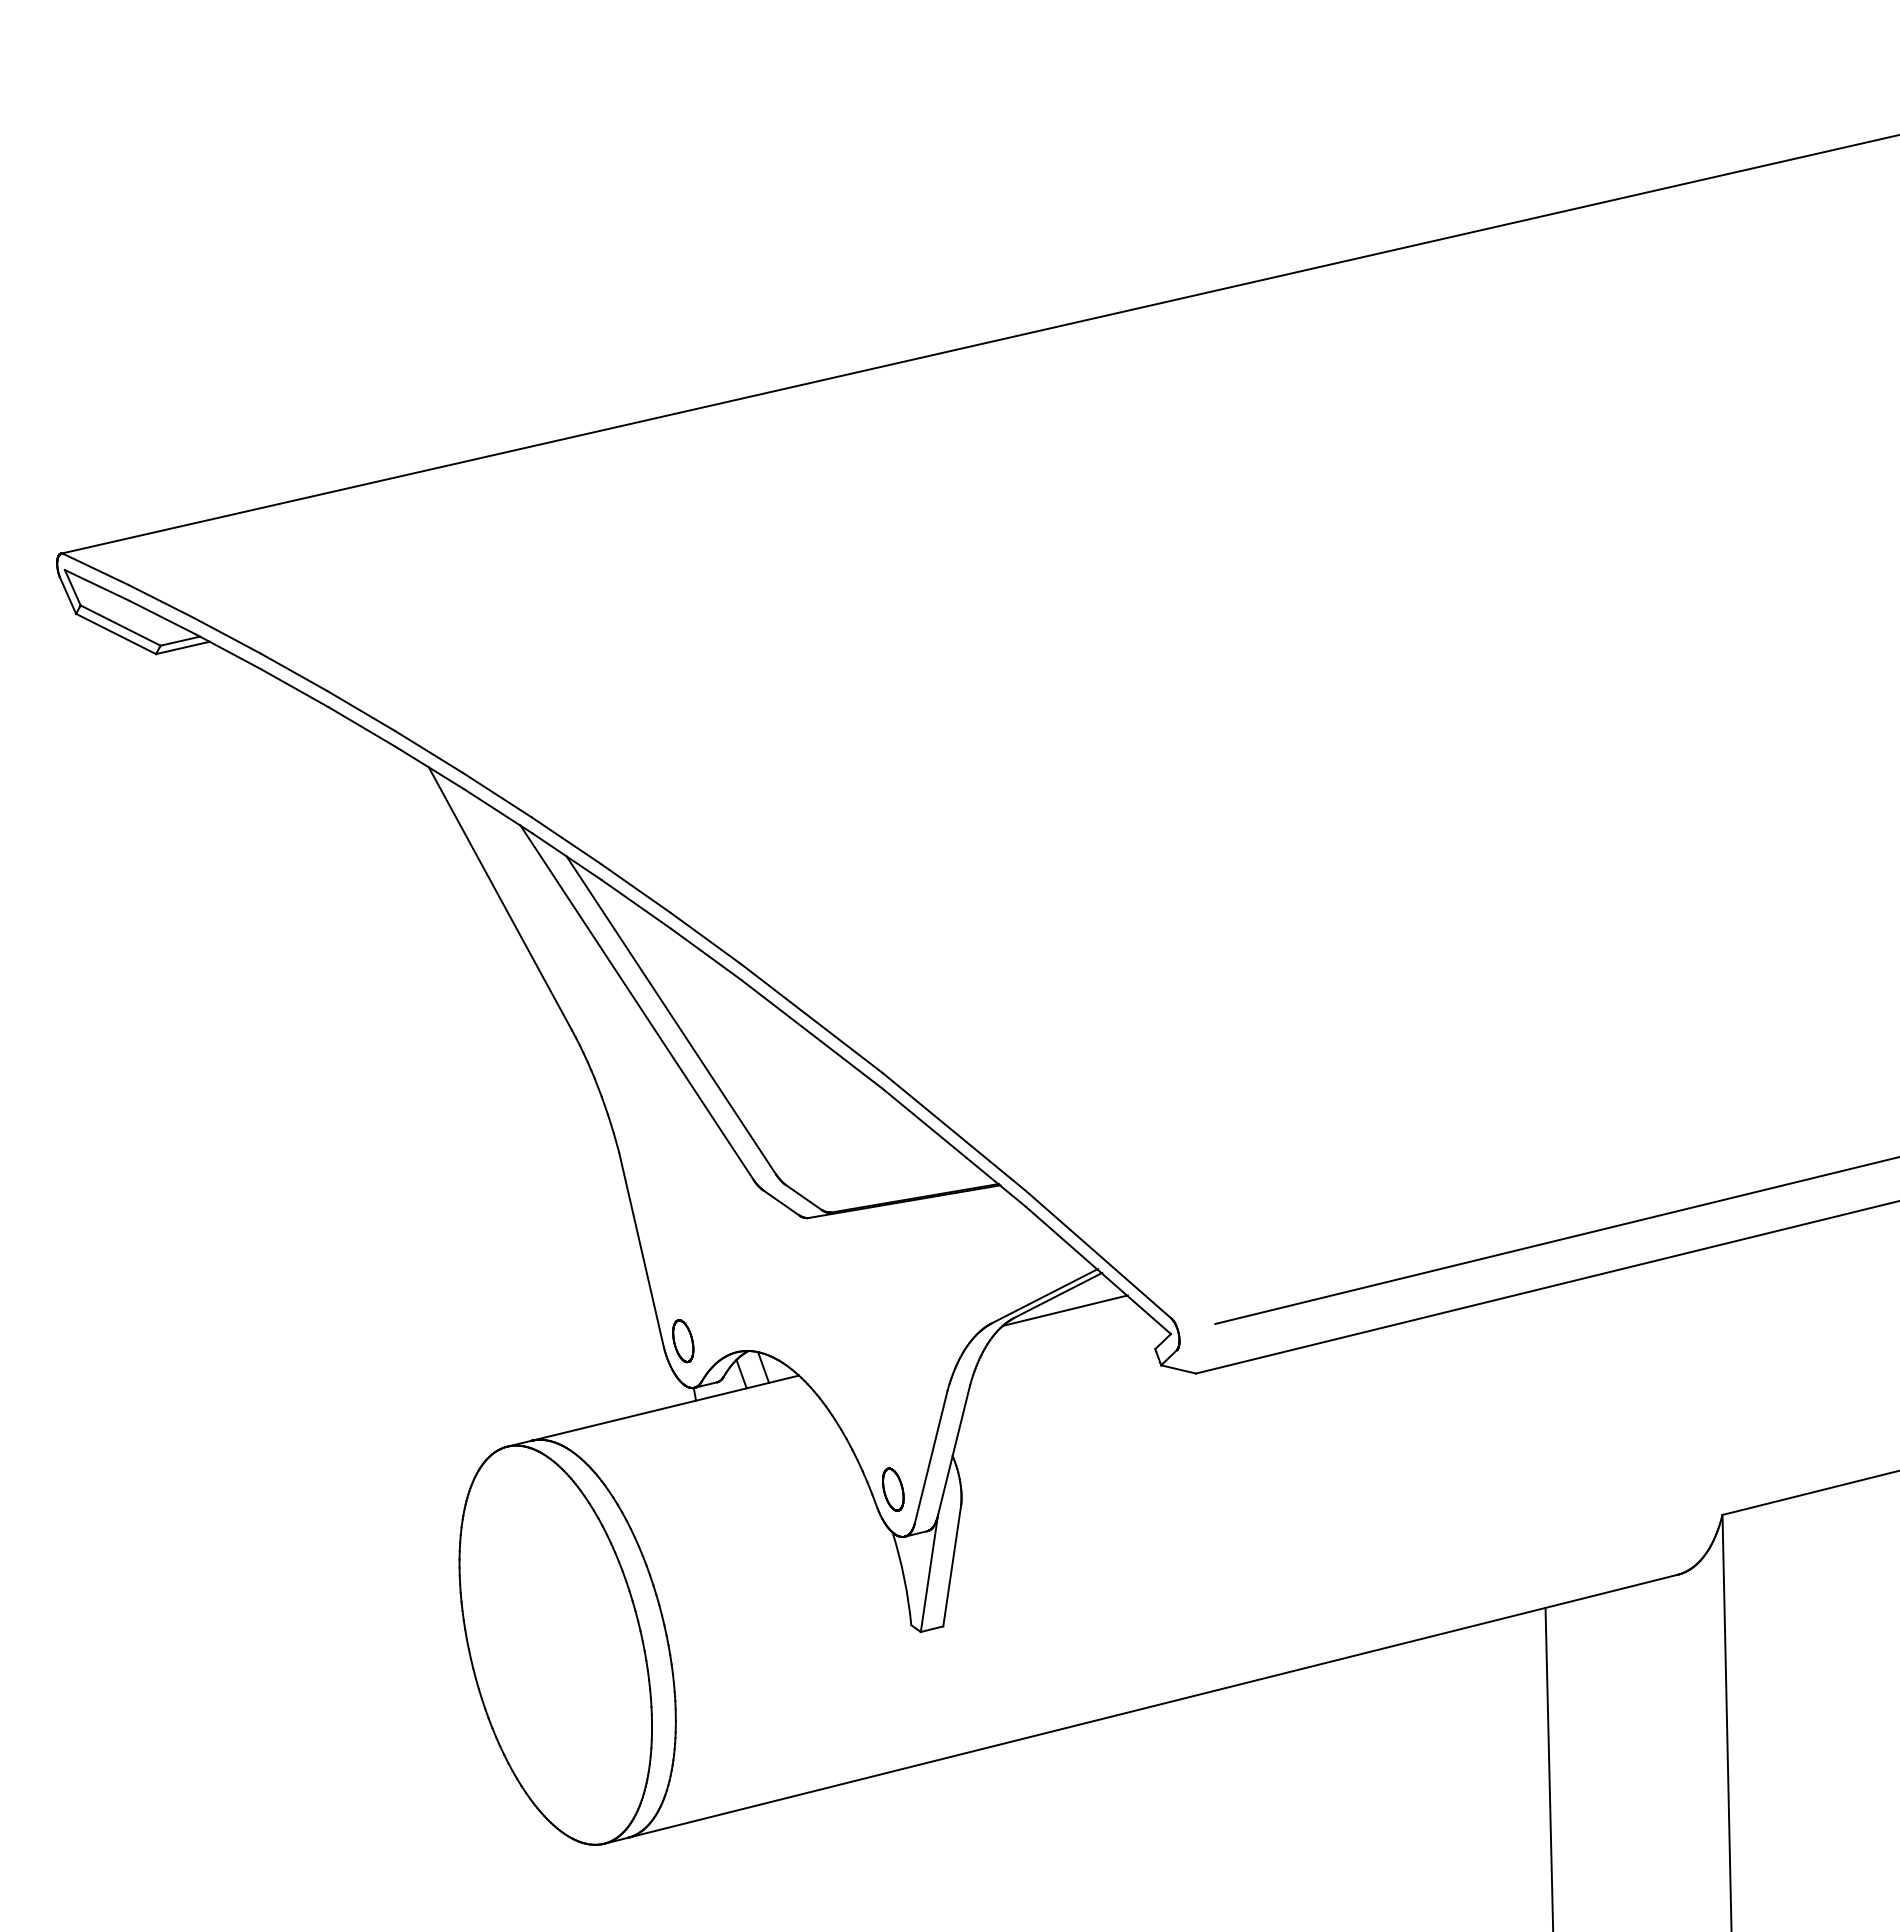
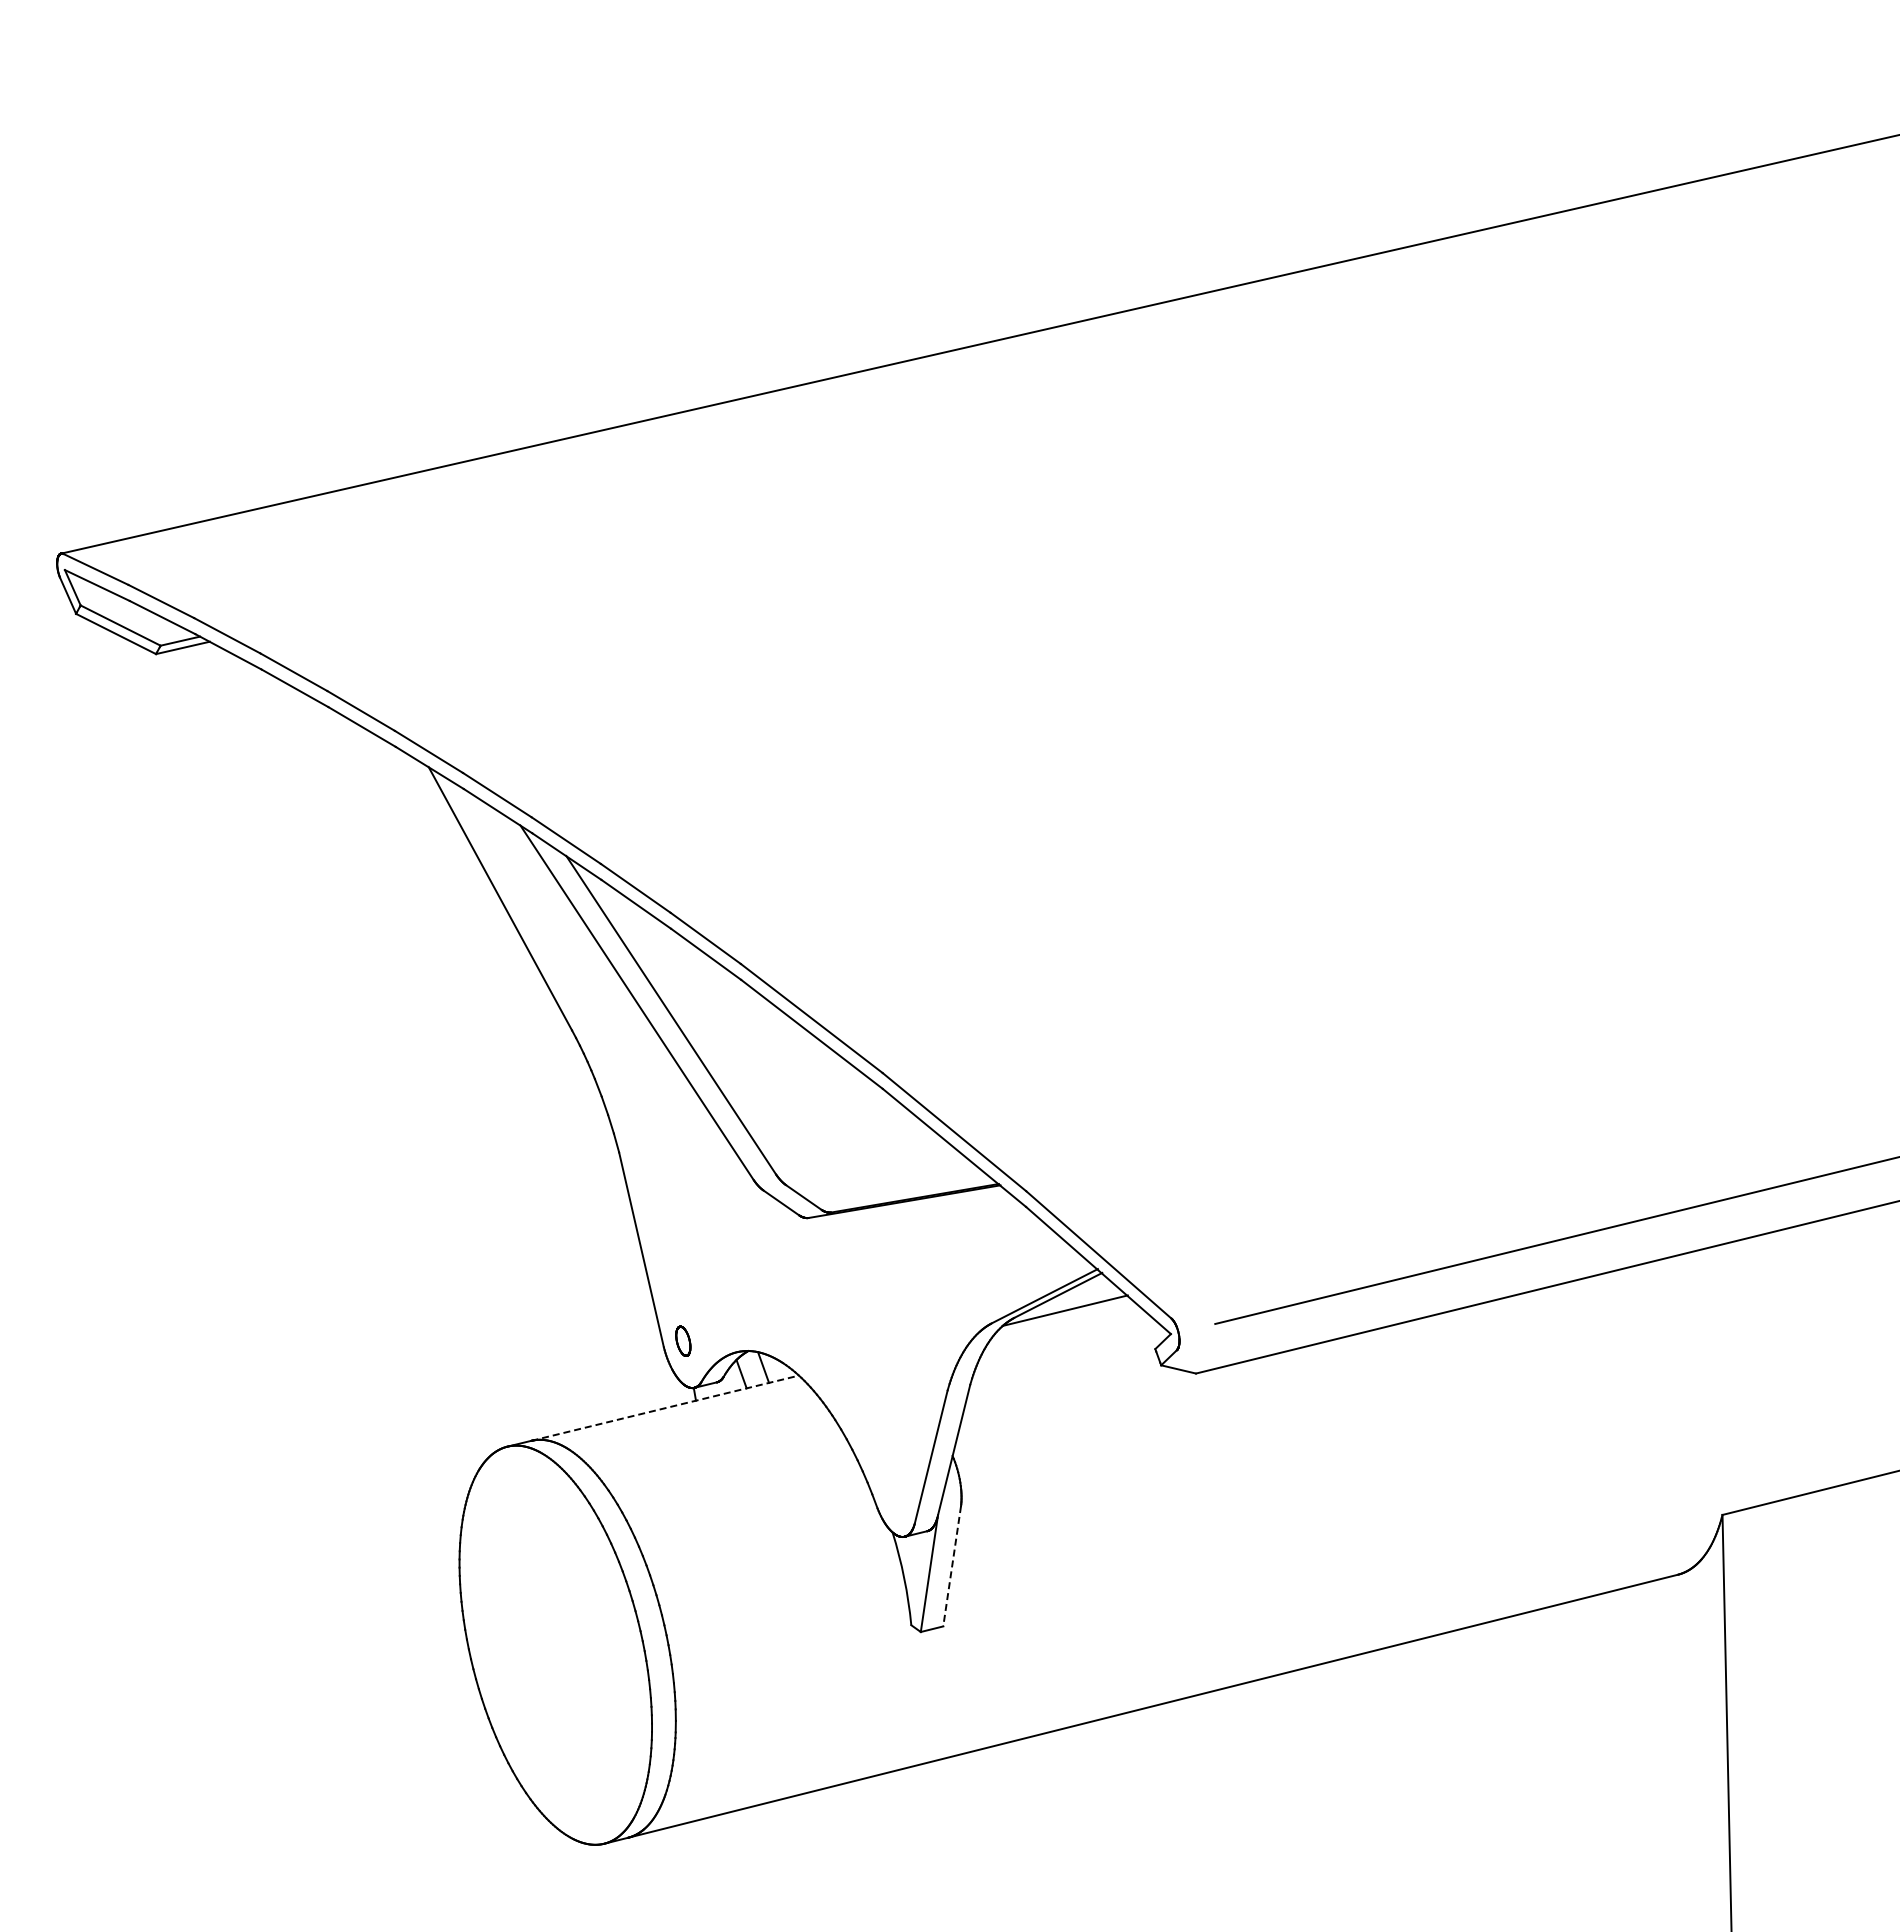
part at (683, 1341) size: 23x45 px -> 17x32 px
line at (665, 1408): solid -> dashed
part at (893, 1489): present -> none
line at (952, 1566): solid -> dashed
line at (1549, 1767): present -> none
